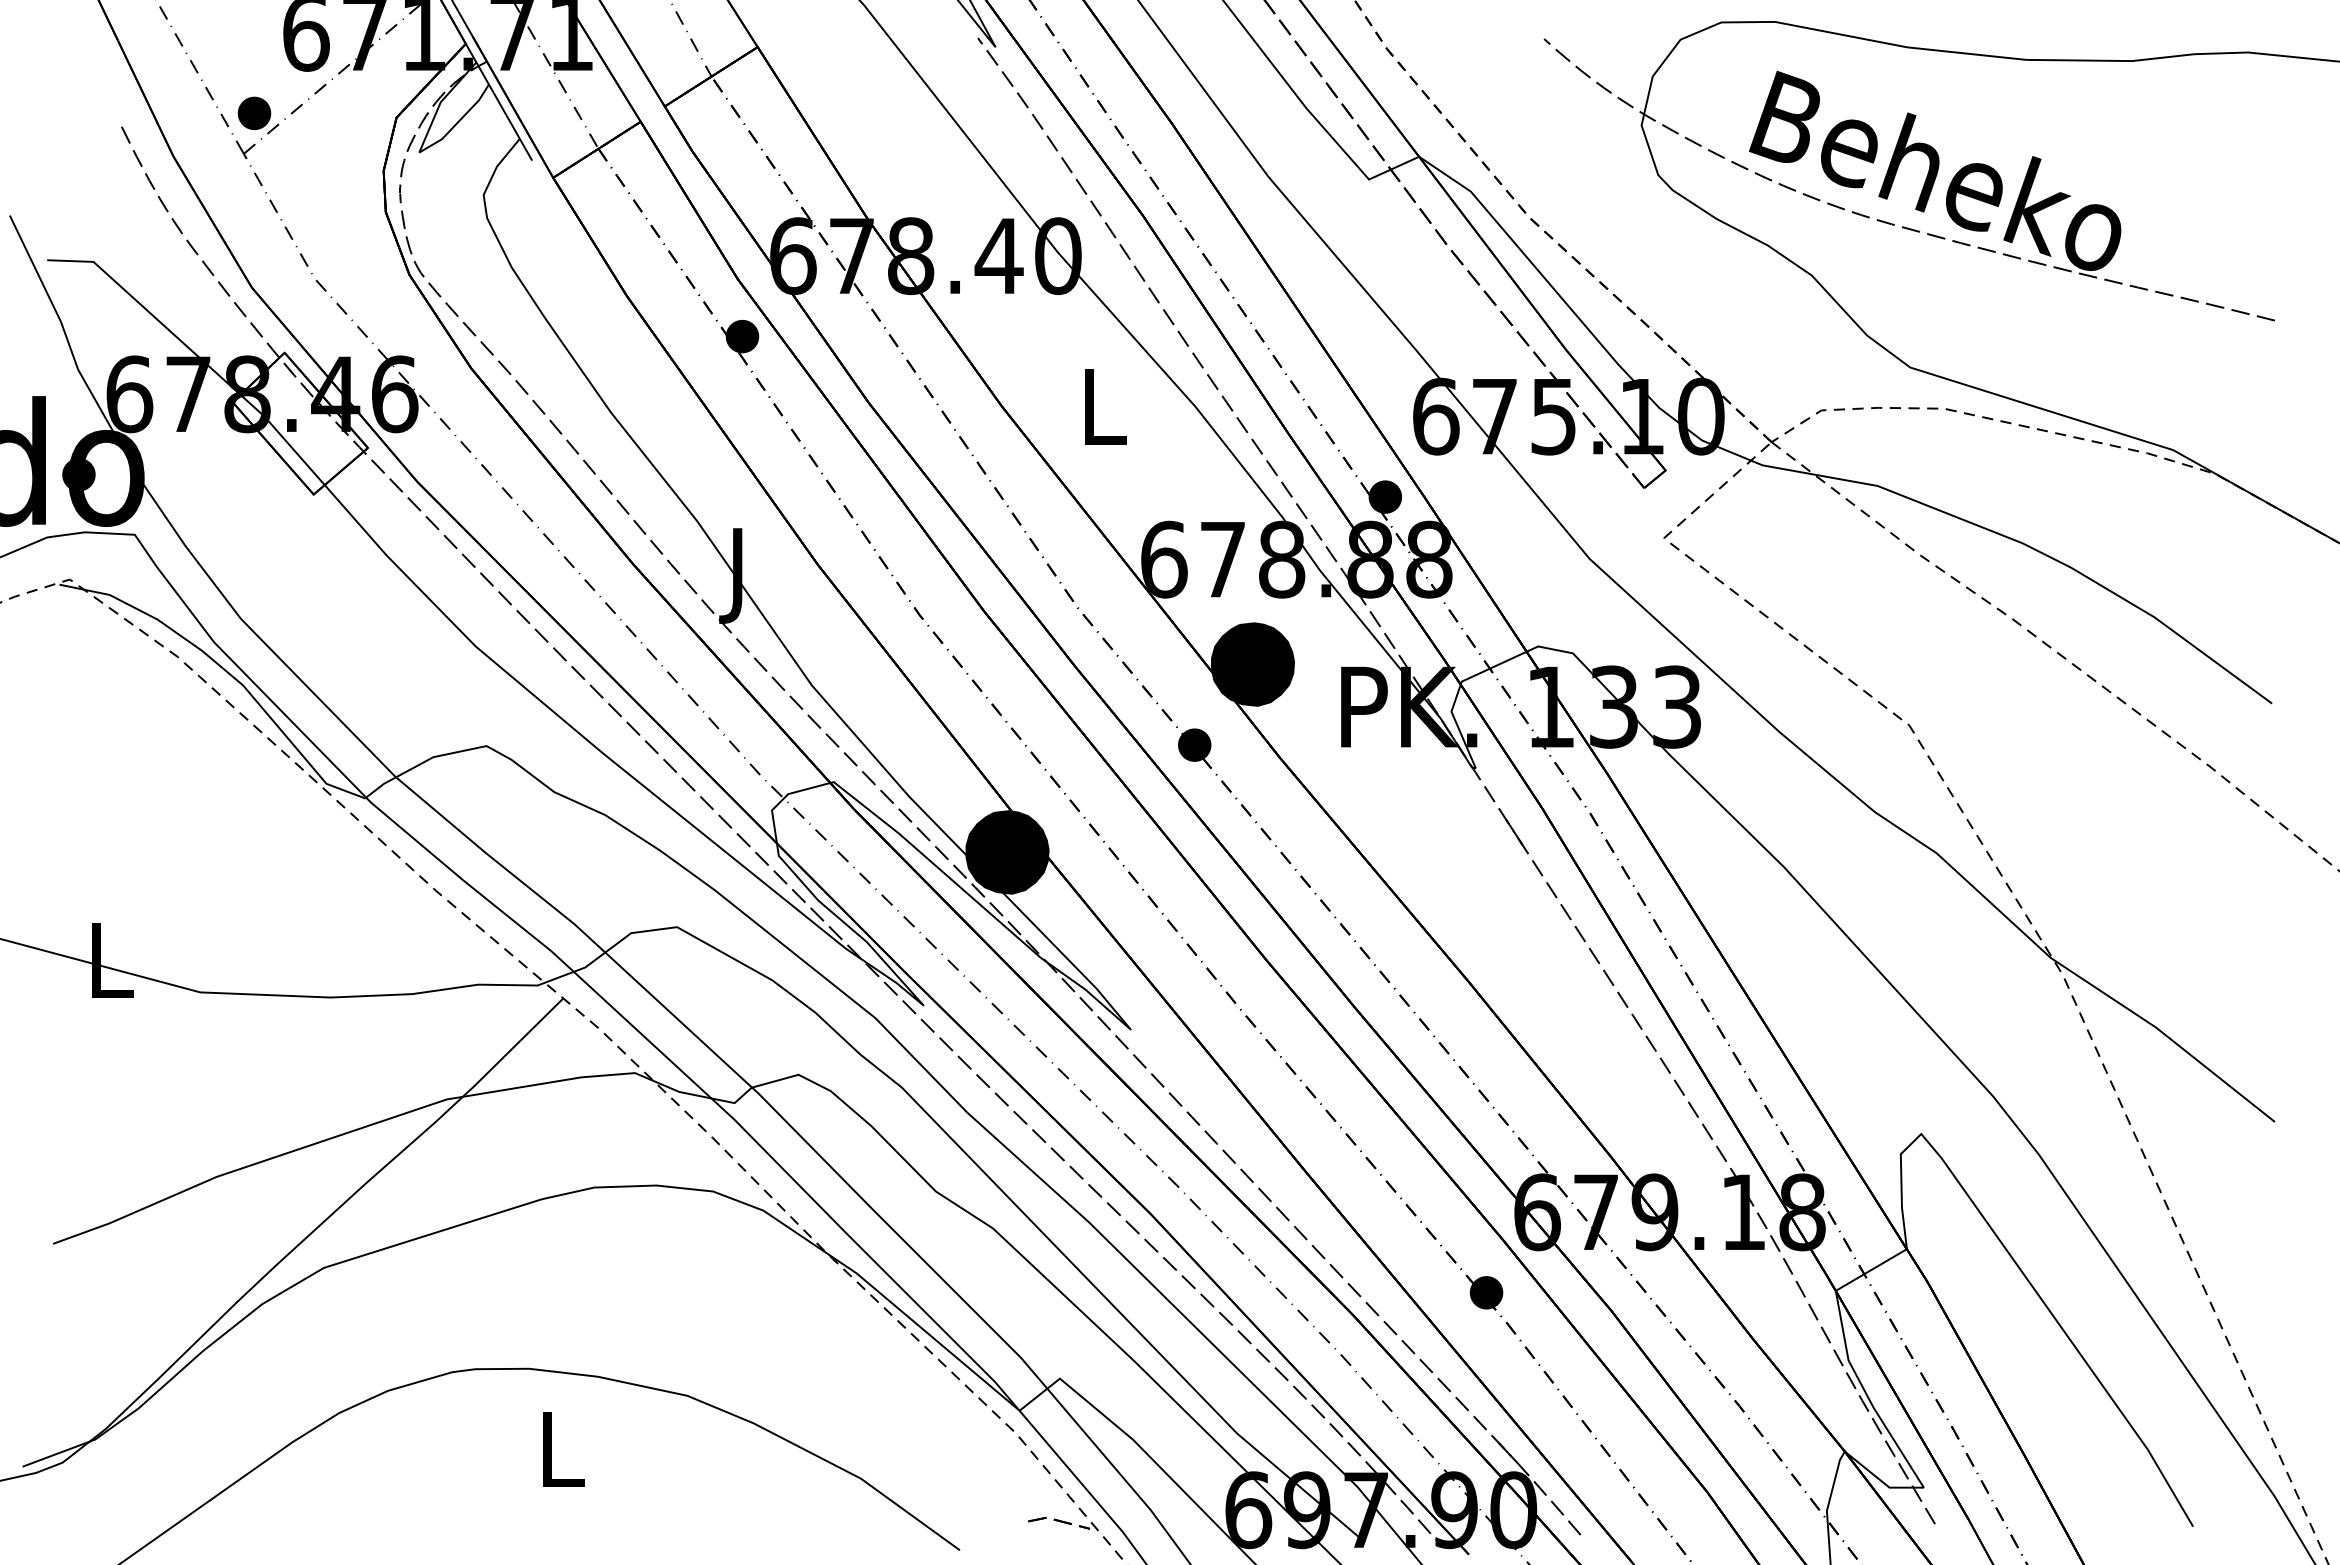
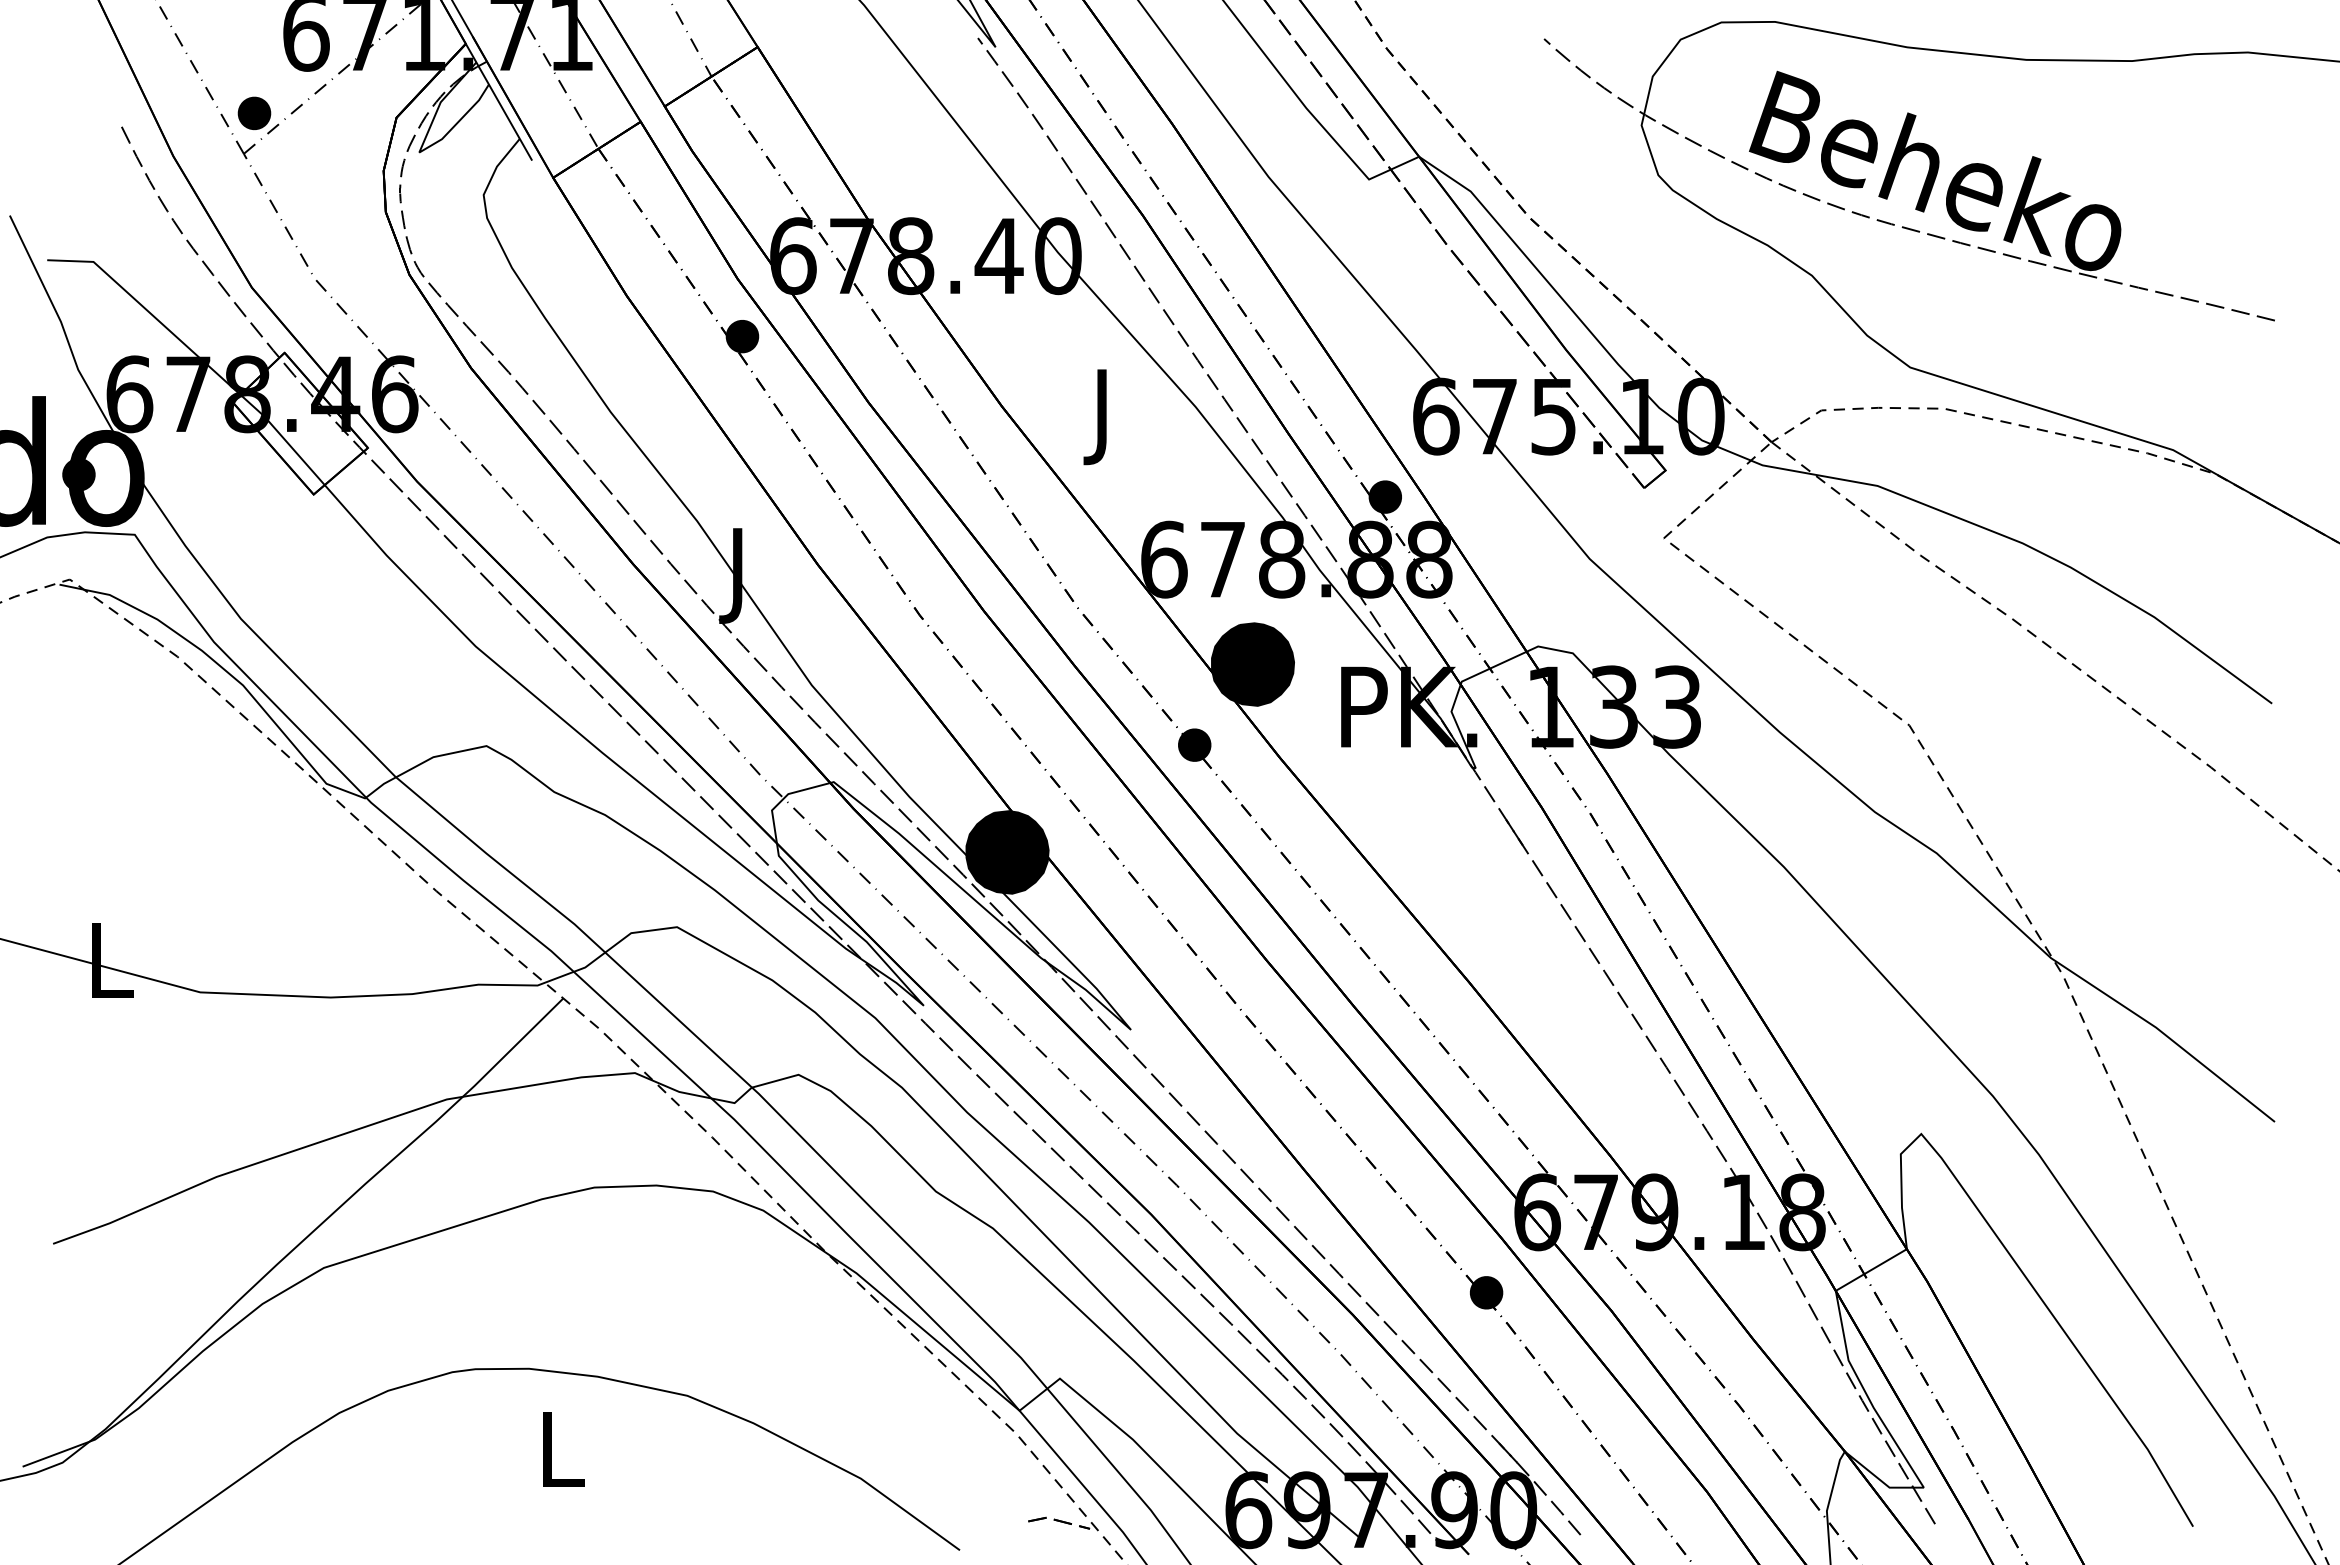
text at (1104, 417): L -> J
